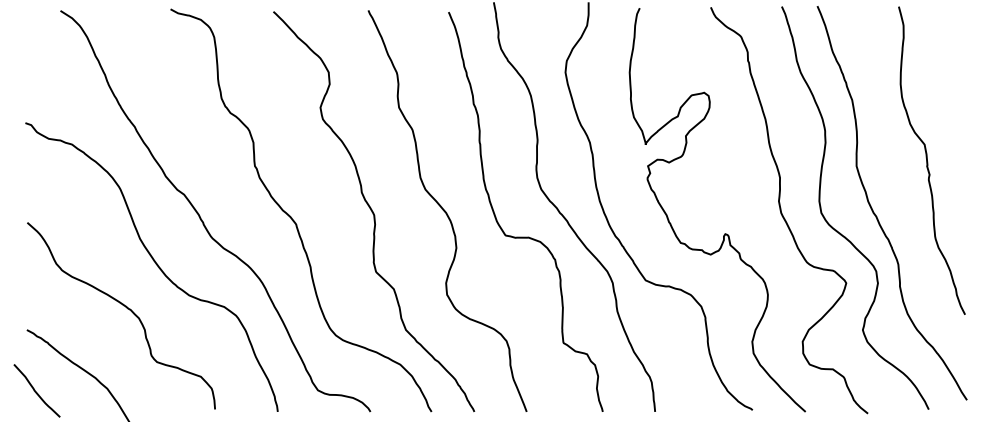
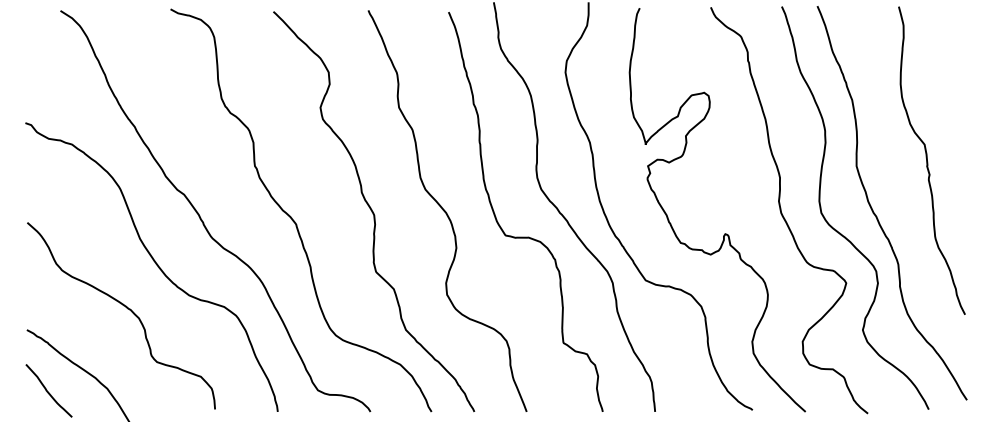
curve at (35, 390) position: (35, 390) -> (47, 390)
